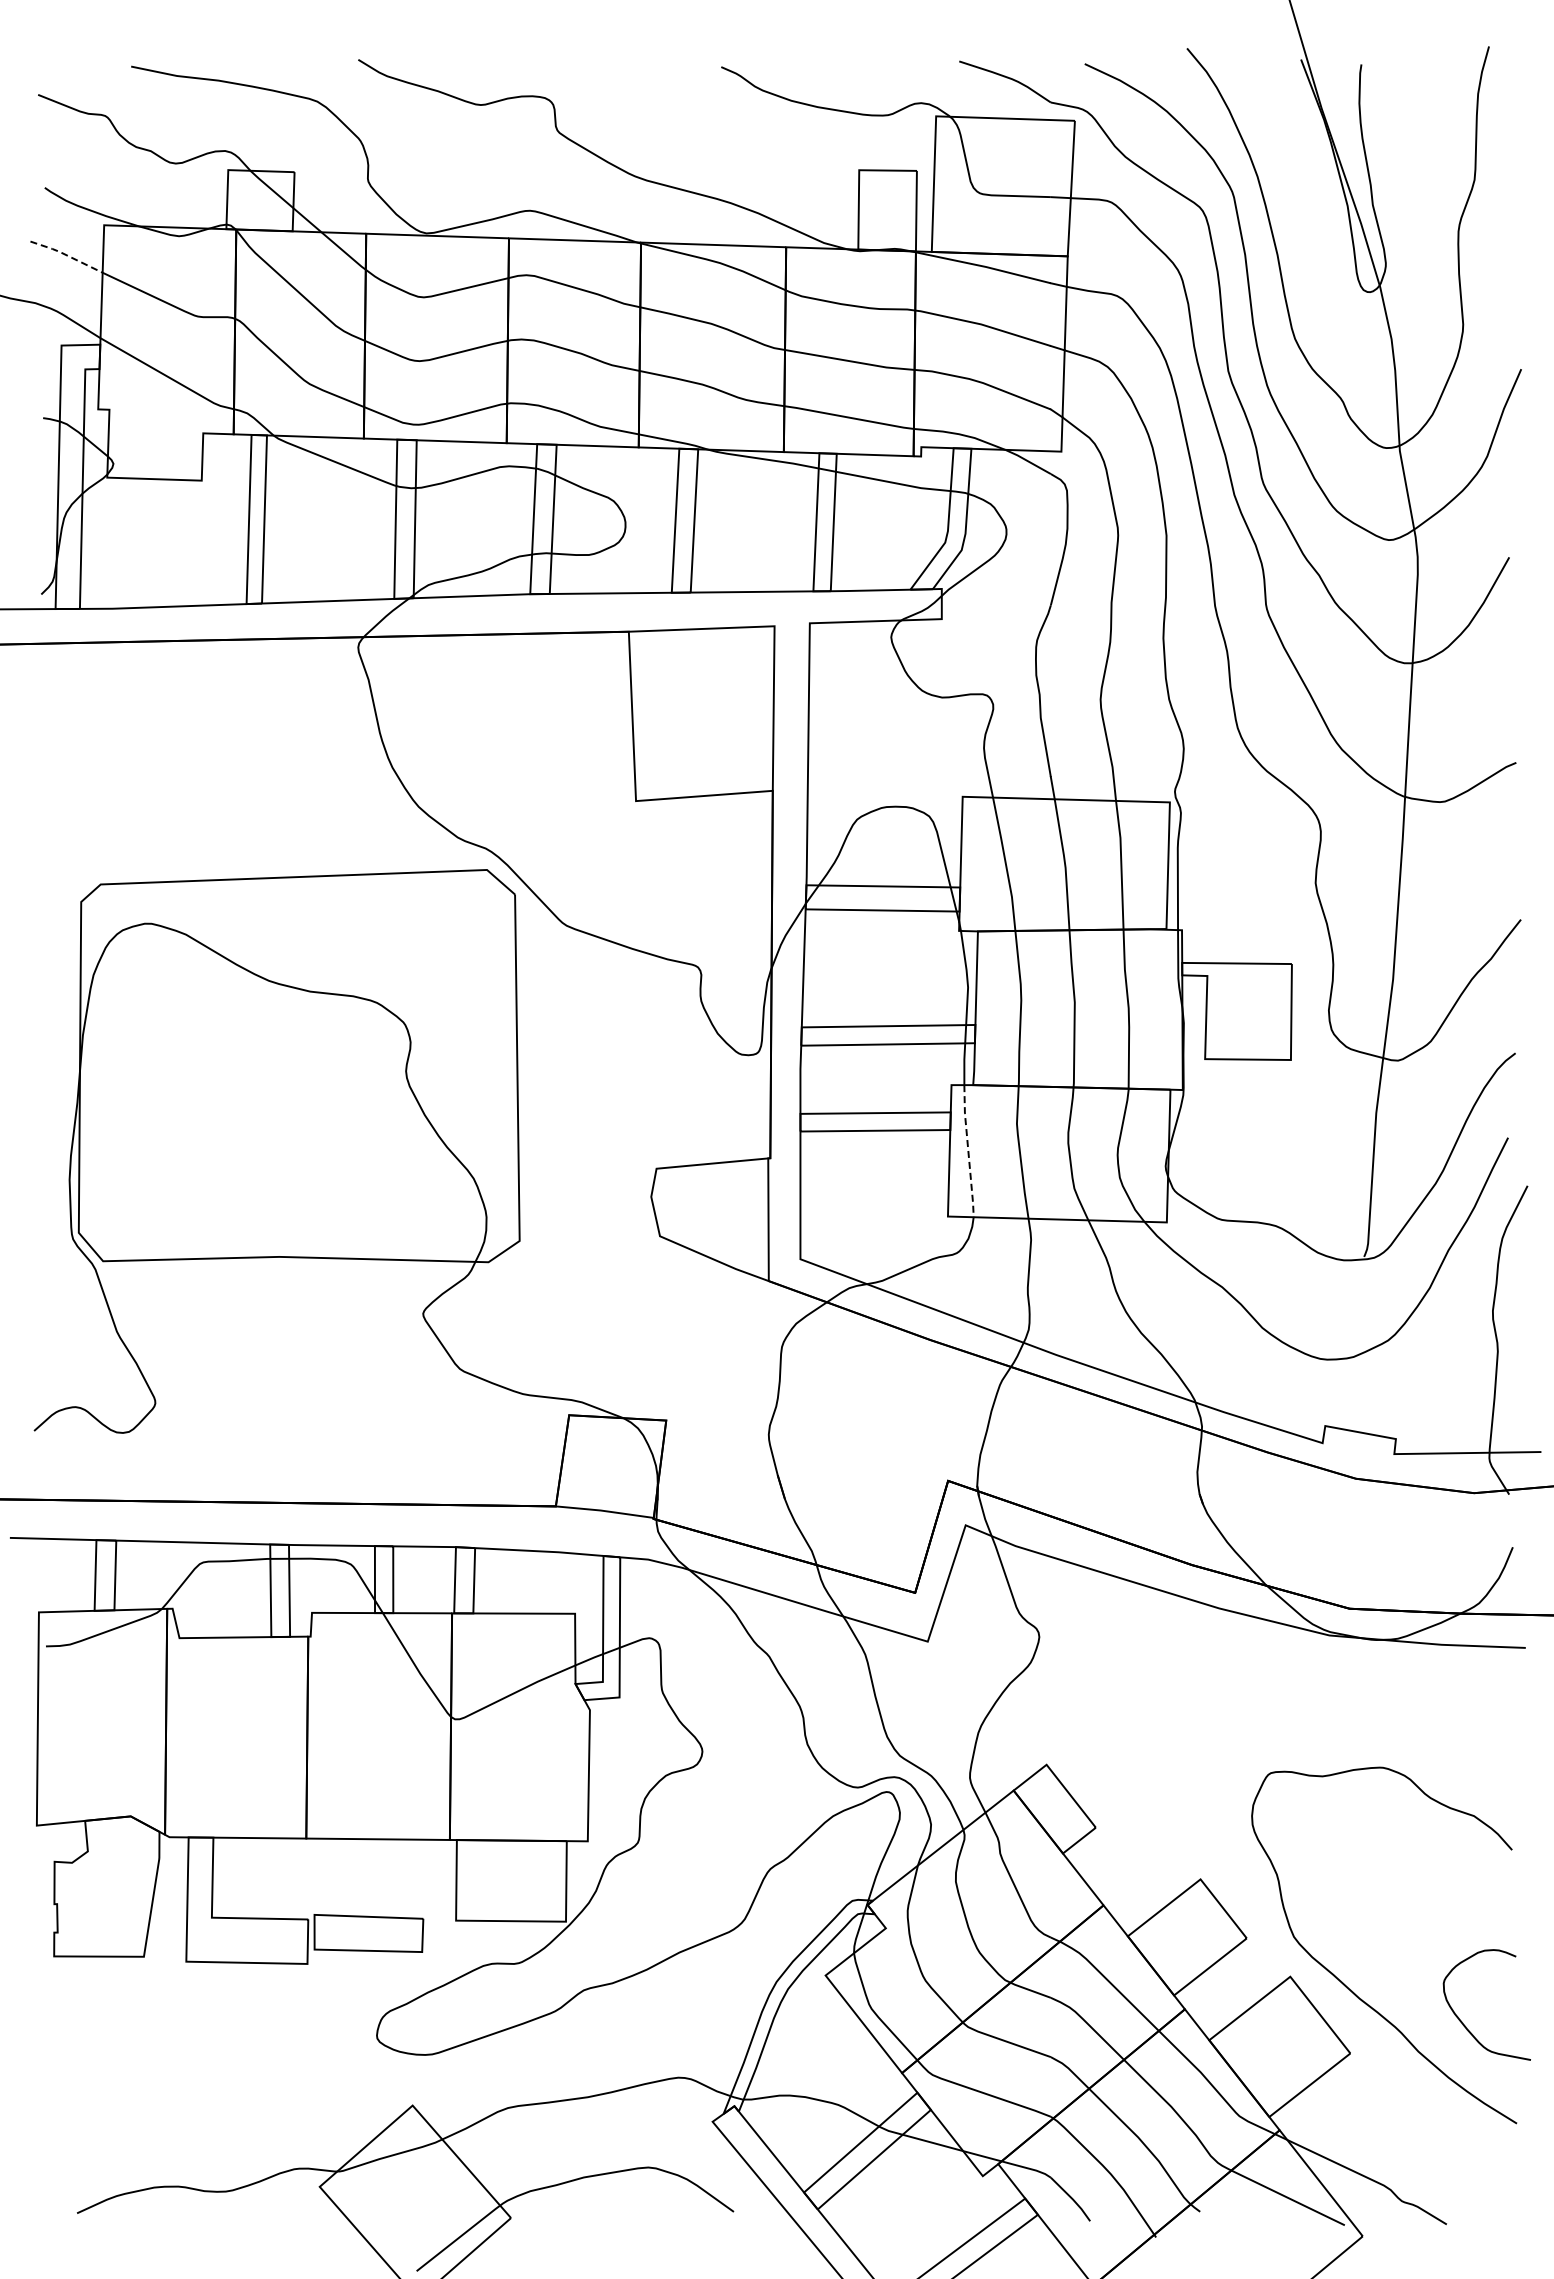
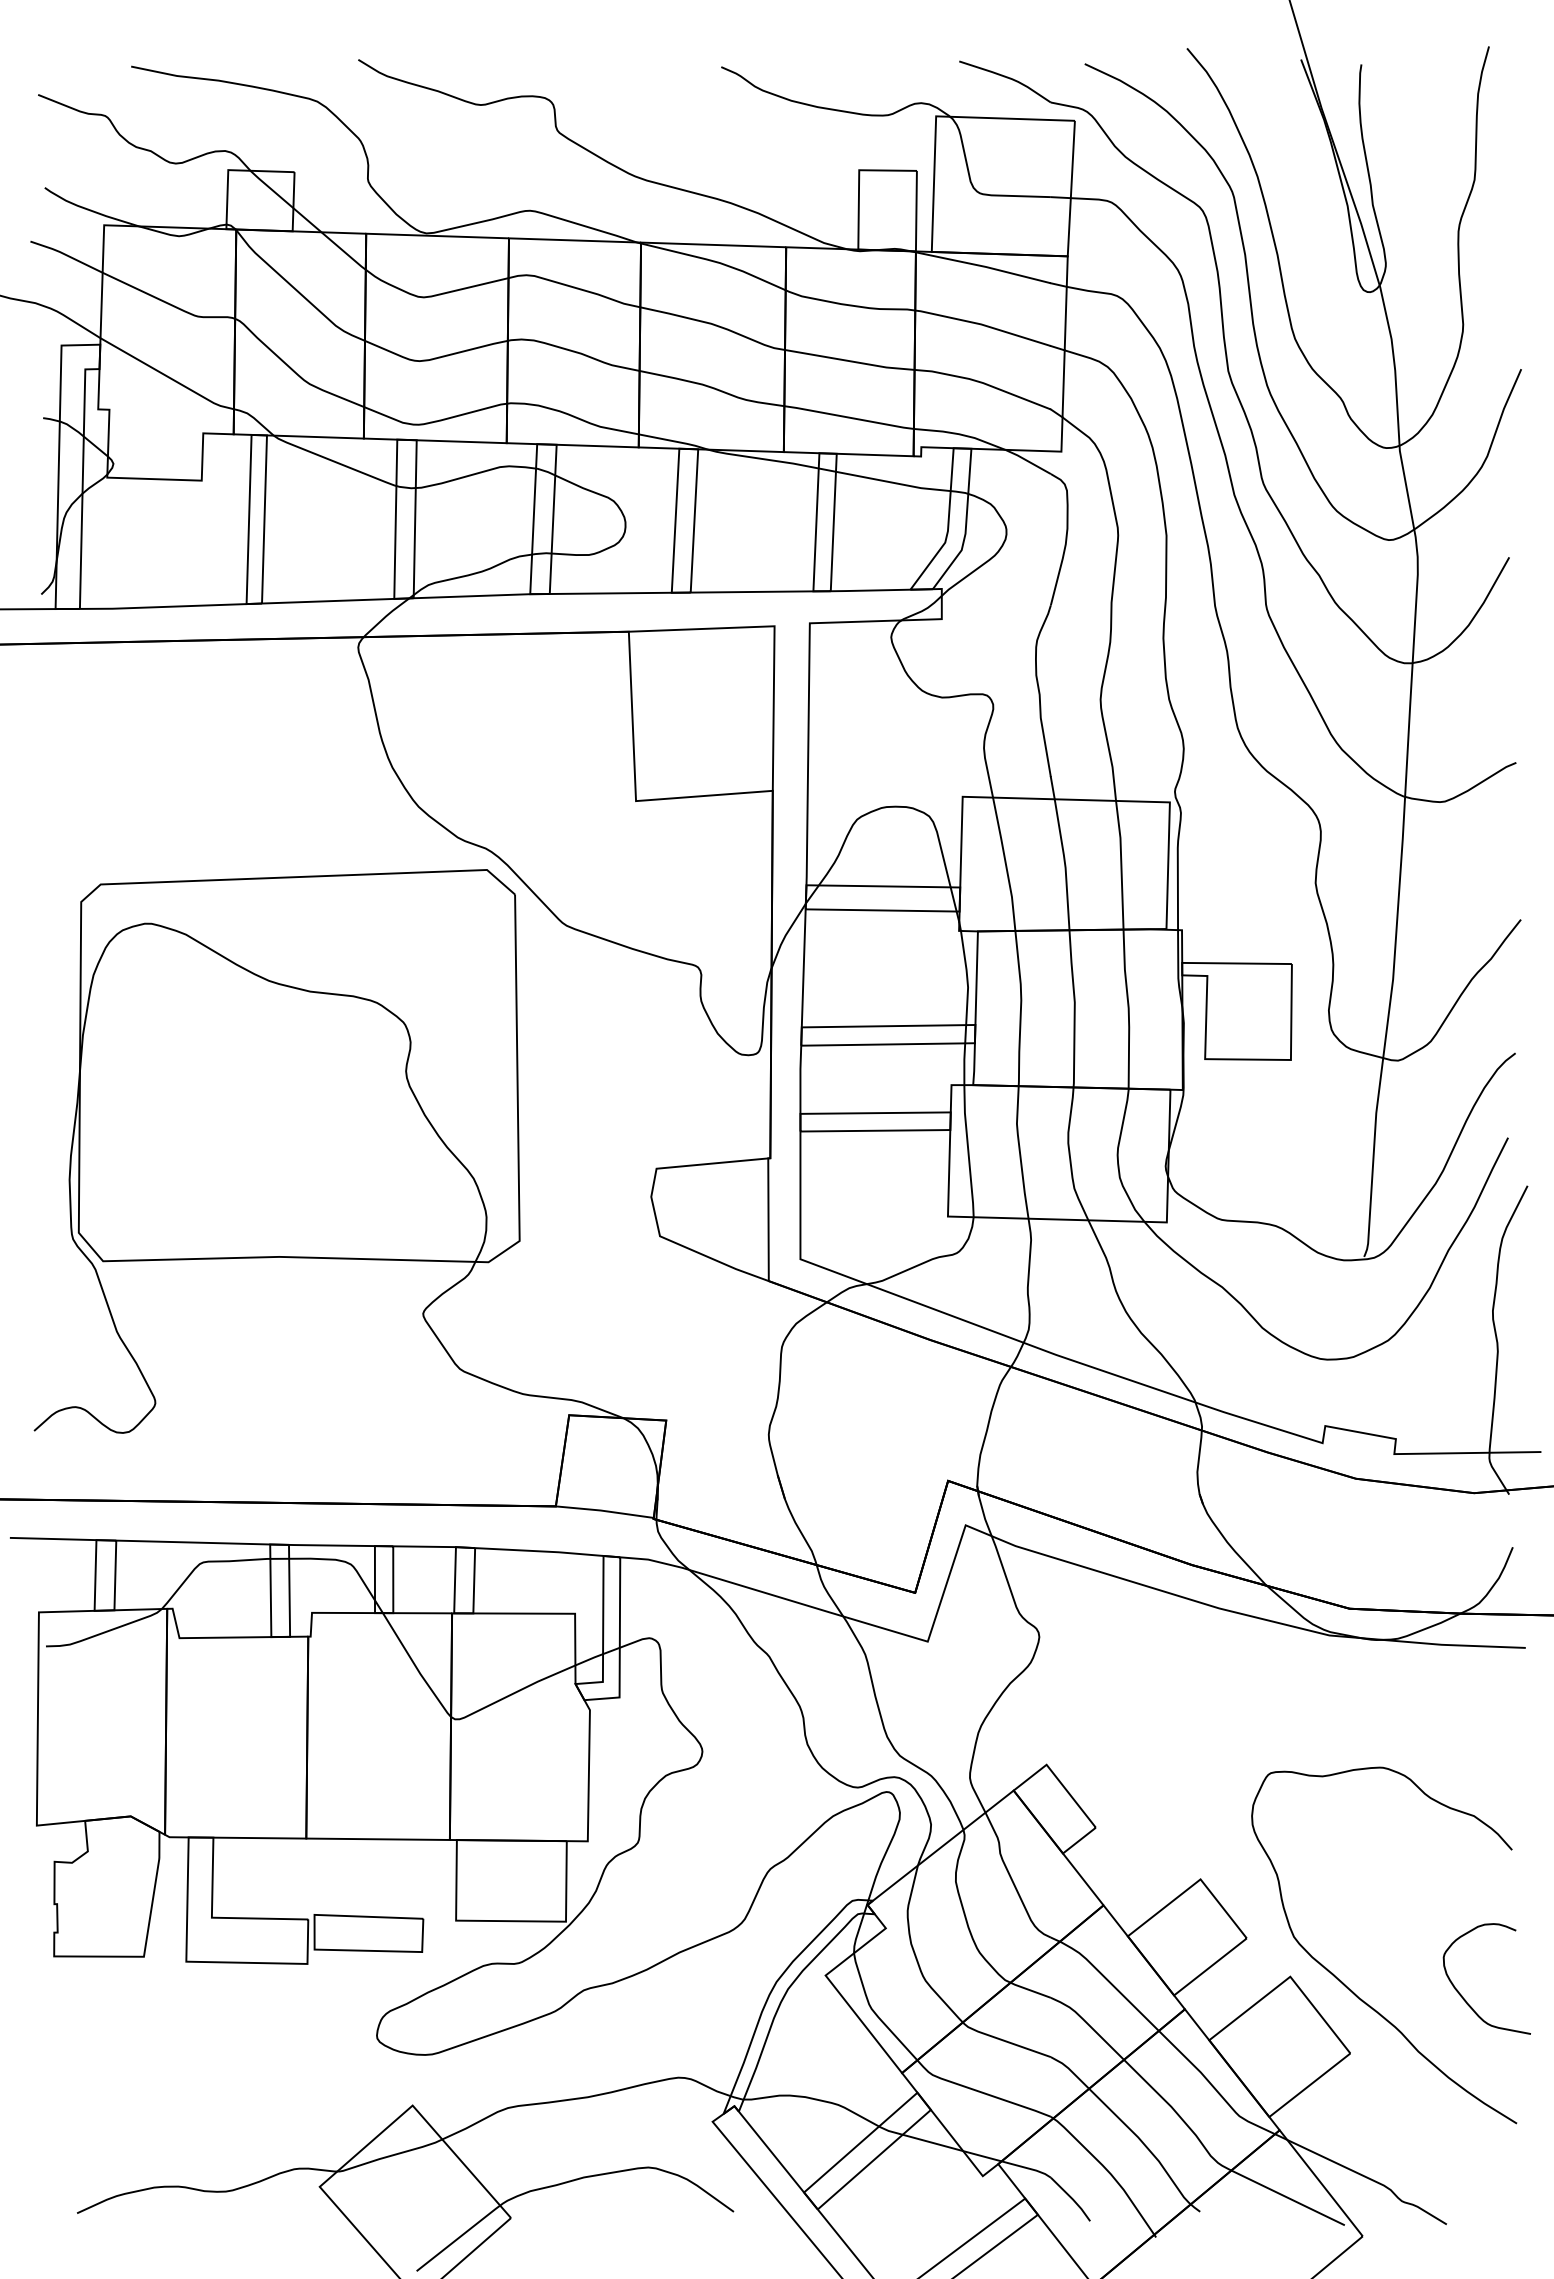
line at (66, 255): dashed -> solid
line at (968, 1151): dashed -> solid
curve at (1462, 2021) position: (1462, 2021) -> (1462, 1995)
